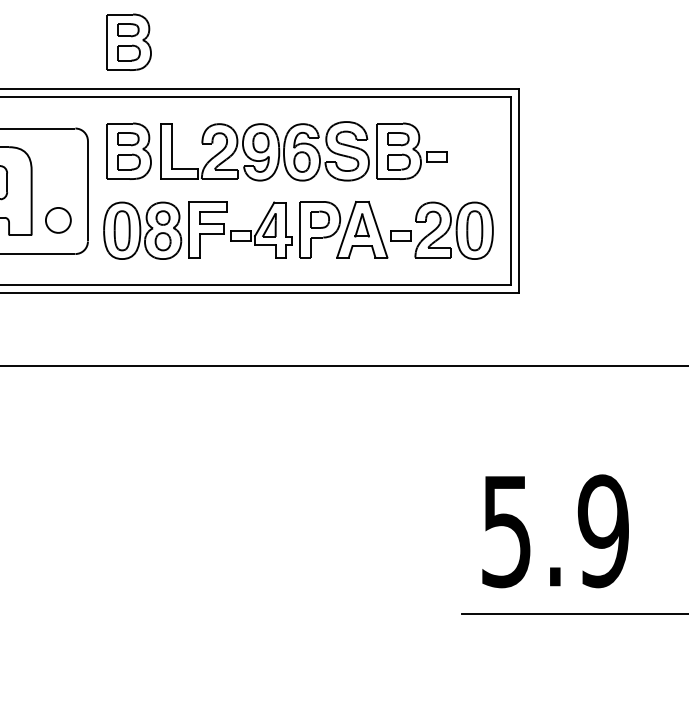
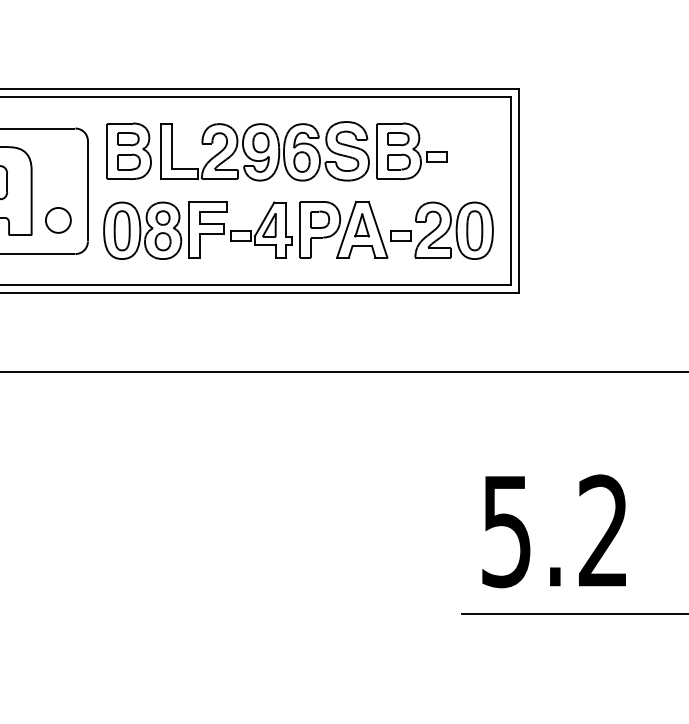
part at (128, 41): present -> none
line at (343, 365) position: (343, 365) -> (343, 371)
text at (602, 531): 5.9 -> 5.2
